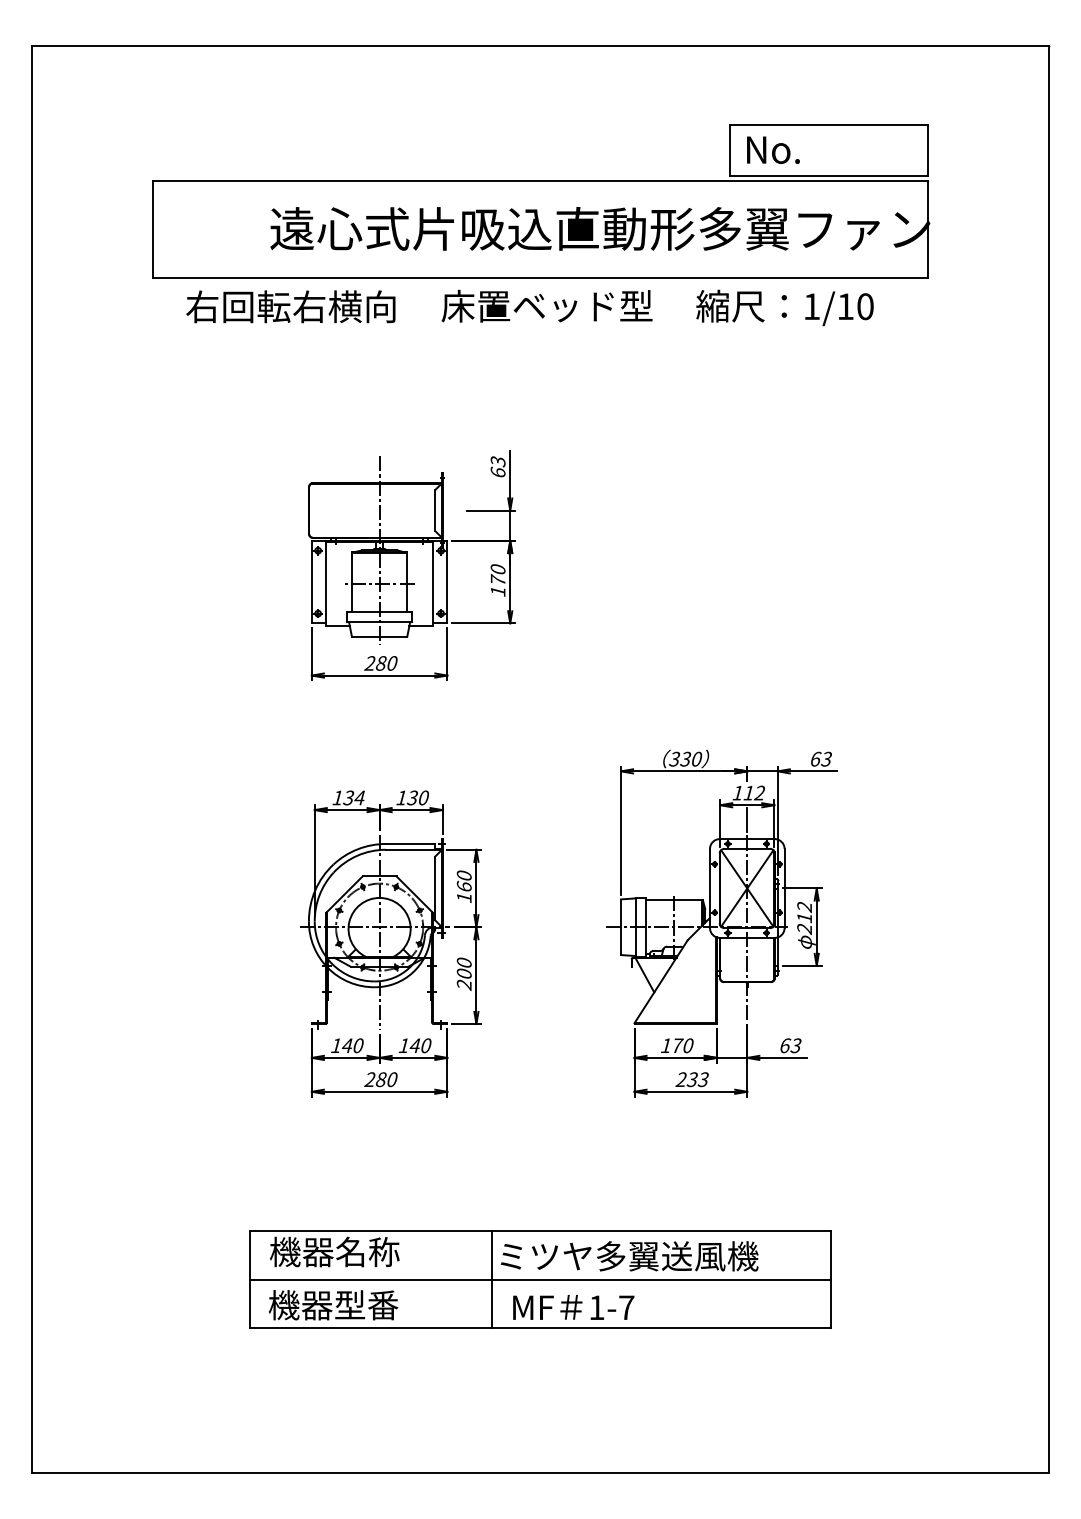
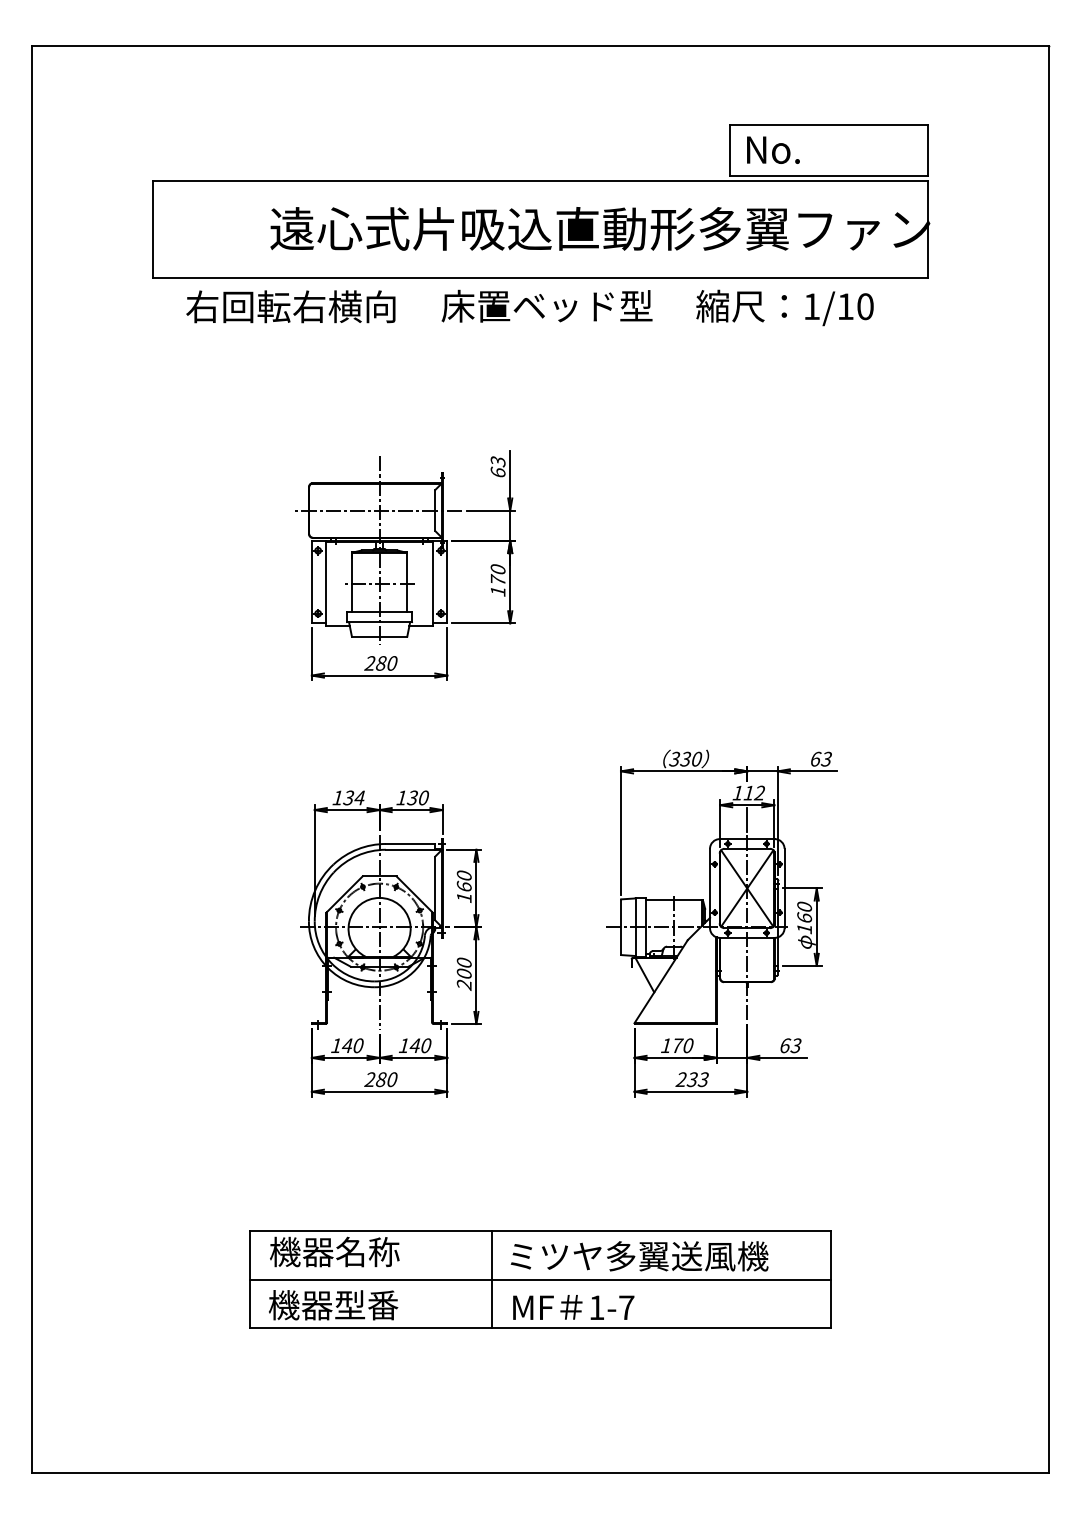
line at (377, 510): none -> present
text at (804, 918): 212 -> 160
text at (629, 1256) position: (629, 1256) -> (639, 1256)
